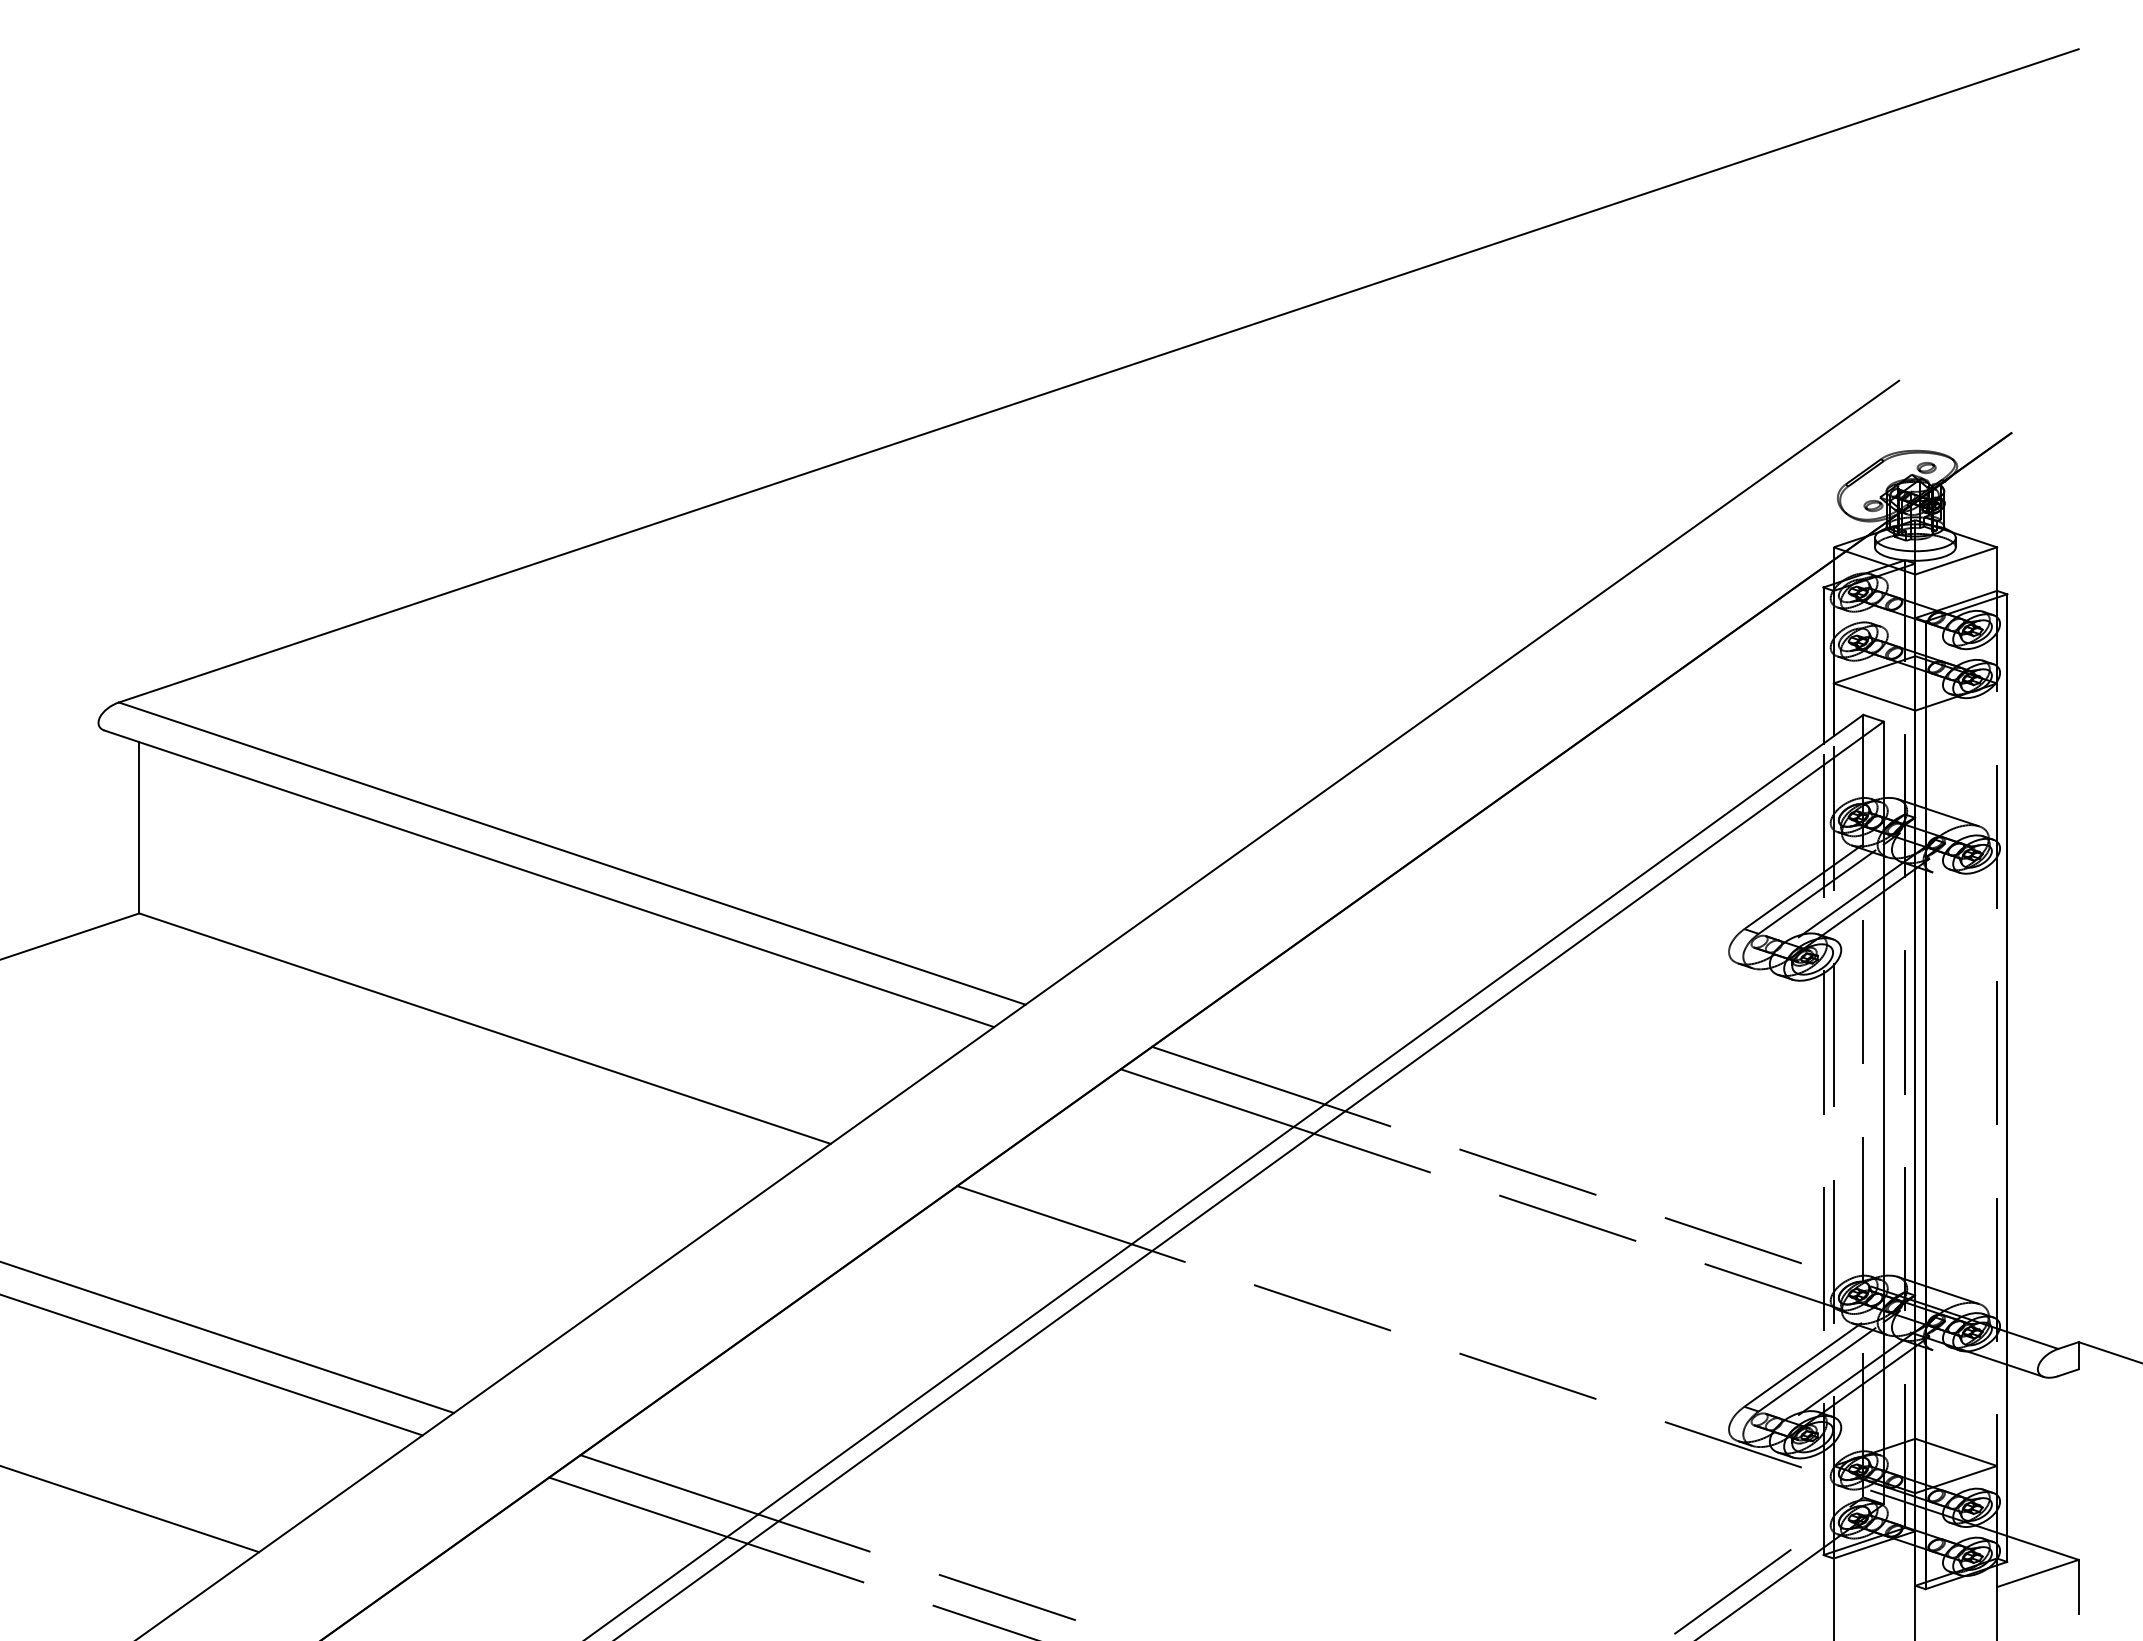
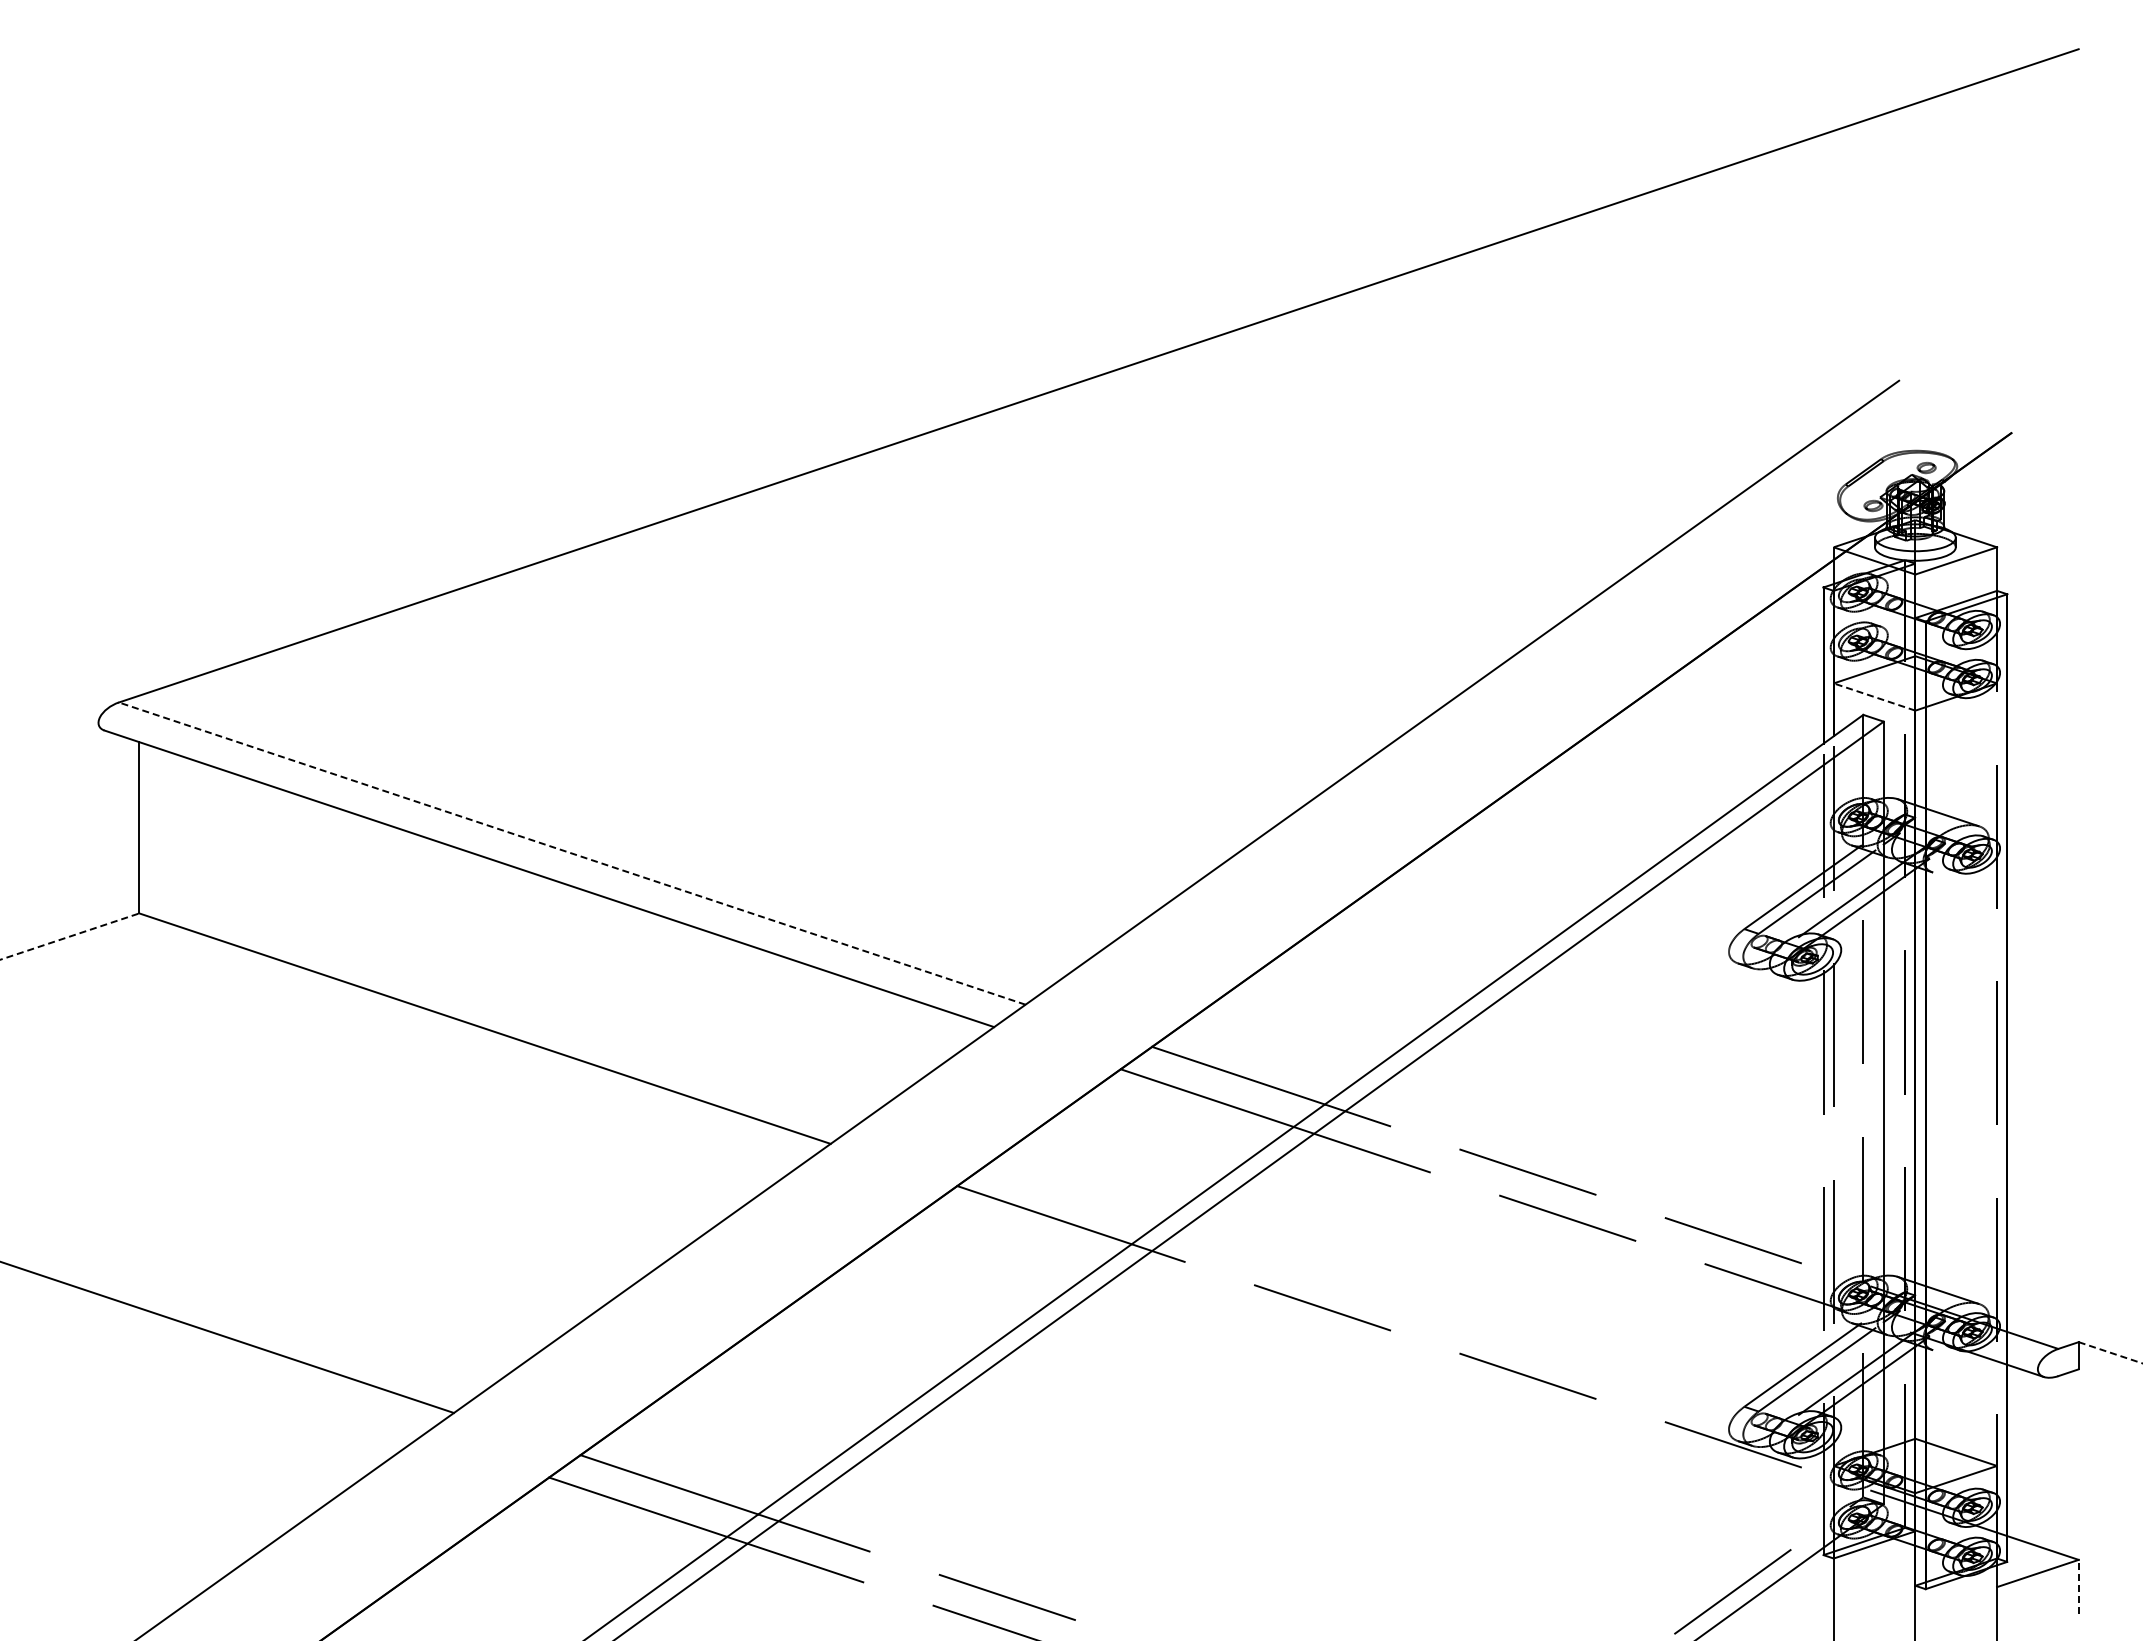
line at (1874, 696): solid -> dashed
line at (572, 853): solid -> dashed
line at (70, 936): solid -> dashed
line at (2110, 1352): solid -> dashed
line at (212, 1365): present -> none
line at (130, 1509): present -> none
line at (2078, 1586): solid -> dashed
